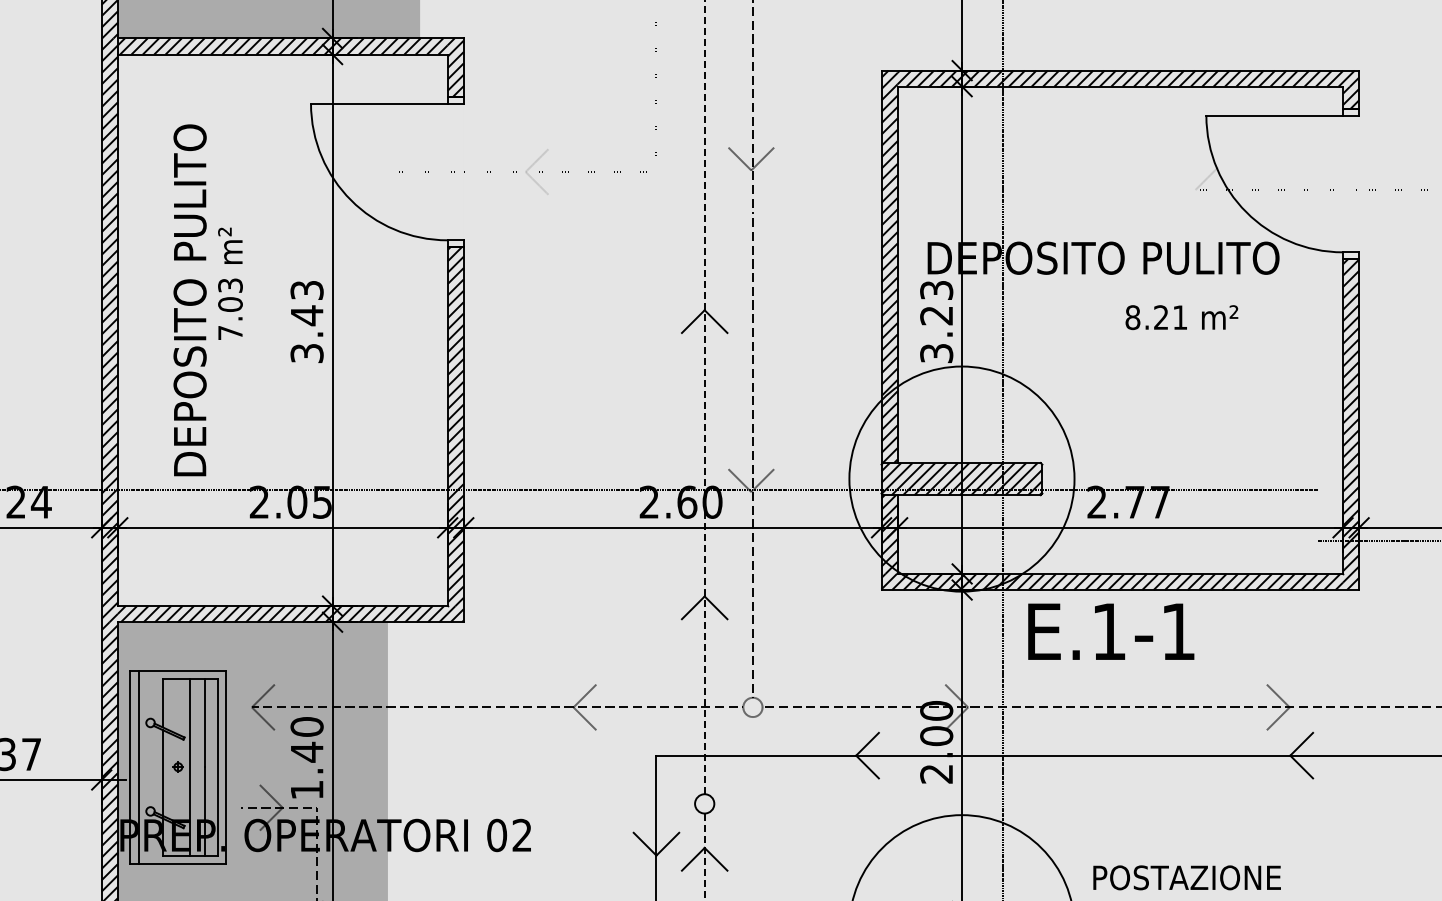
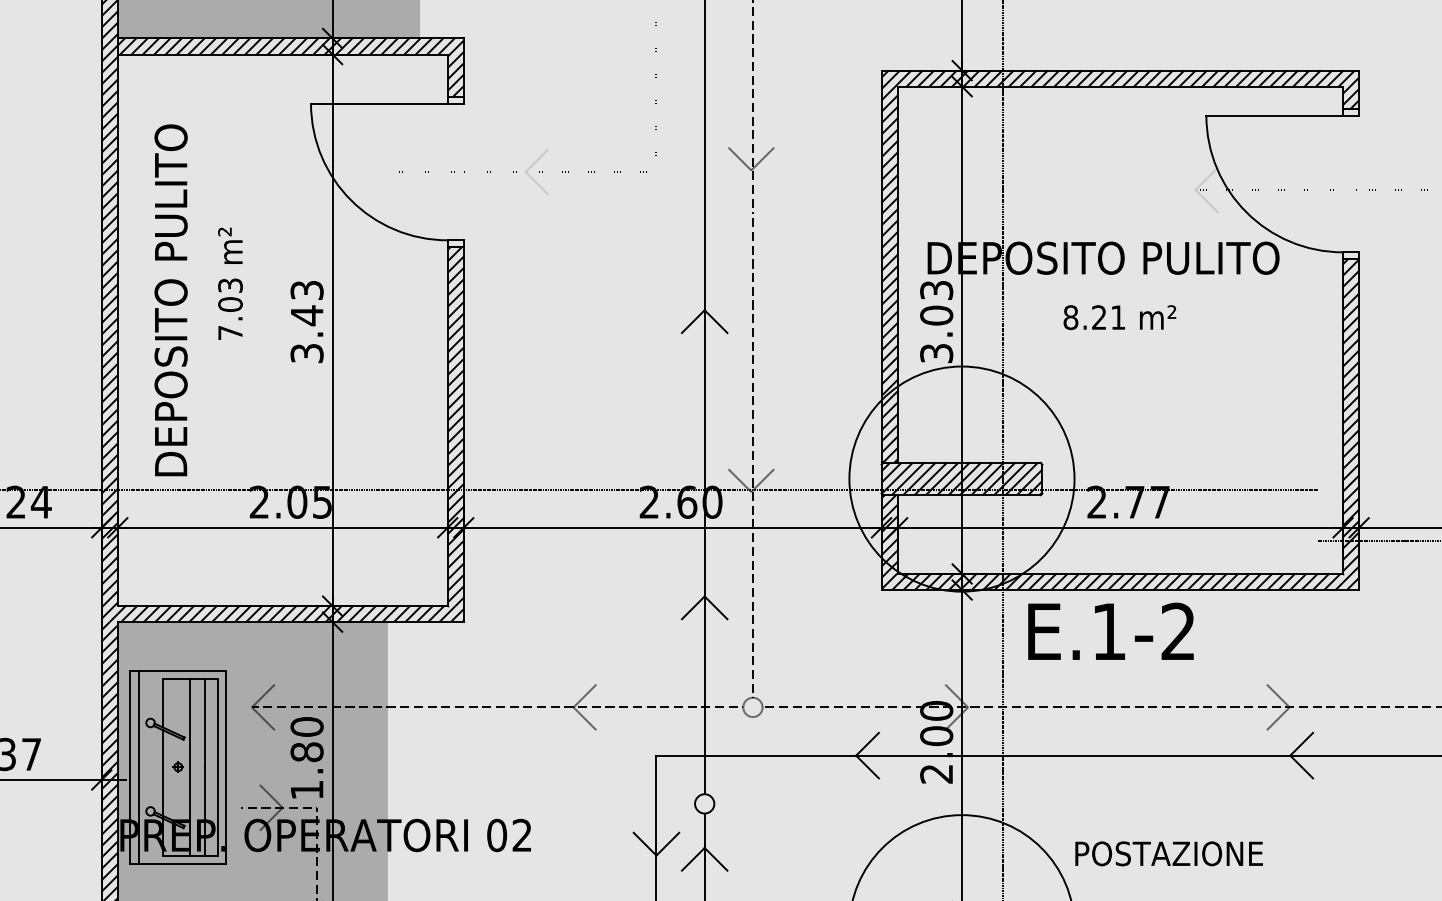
line at (1206, 201): none -> present
text at (189, 300) position: (189, 300) -> (170, 300)
text at (936, 315): 3.23 -> 3.03
text at (1181, 317) position: (1181, 317) -> (1119, 317)
line at (704, 396): dashed -> solid
text at (1177, 630): E.1-1 -> E.1-2
text at (306, 751): 1.40 -> 1.80
line at (704, 857): dashed -> solid
text at (1186, 877) position: (1186, 877) -> (1168, 853)
